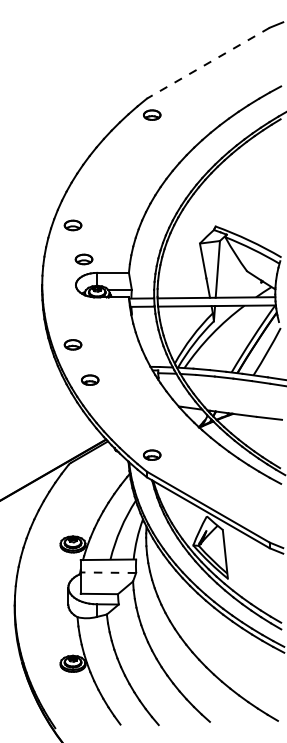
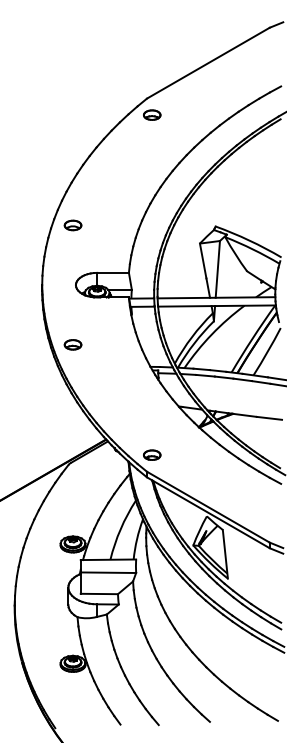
line at (208, 63): dashed -> solid
part at (83, 259): present -> none
part at (90, 379): present -> none
line at (108, 572): dashed -> solid
